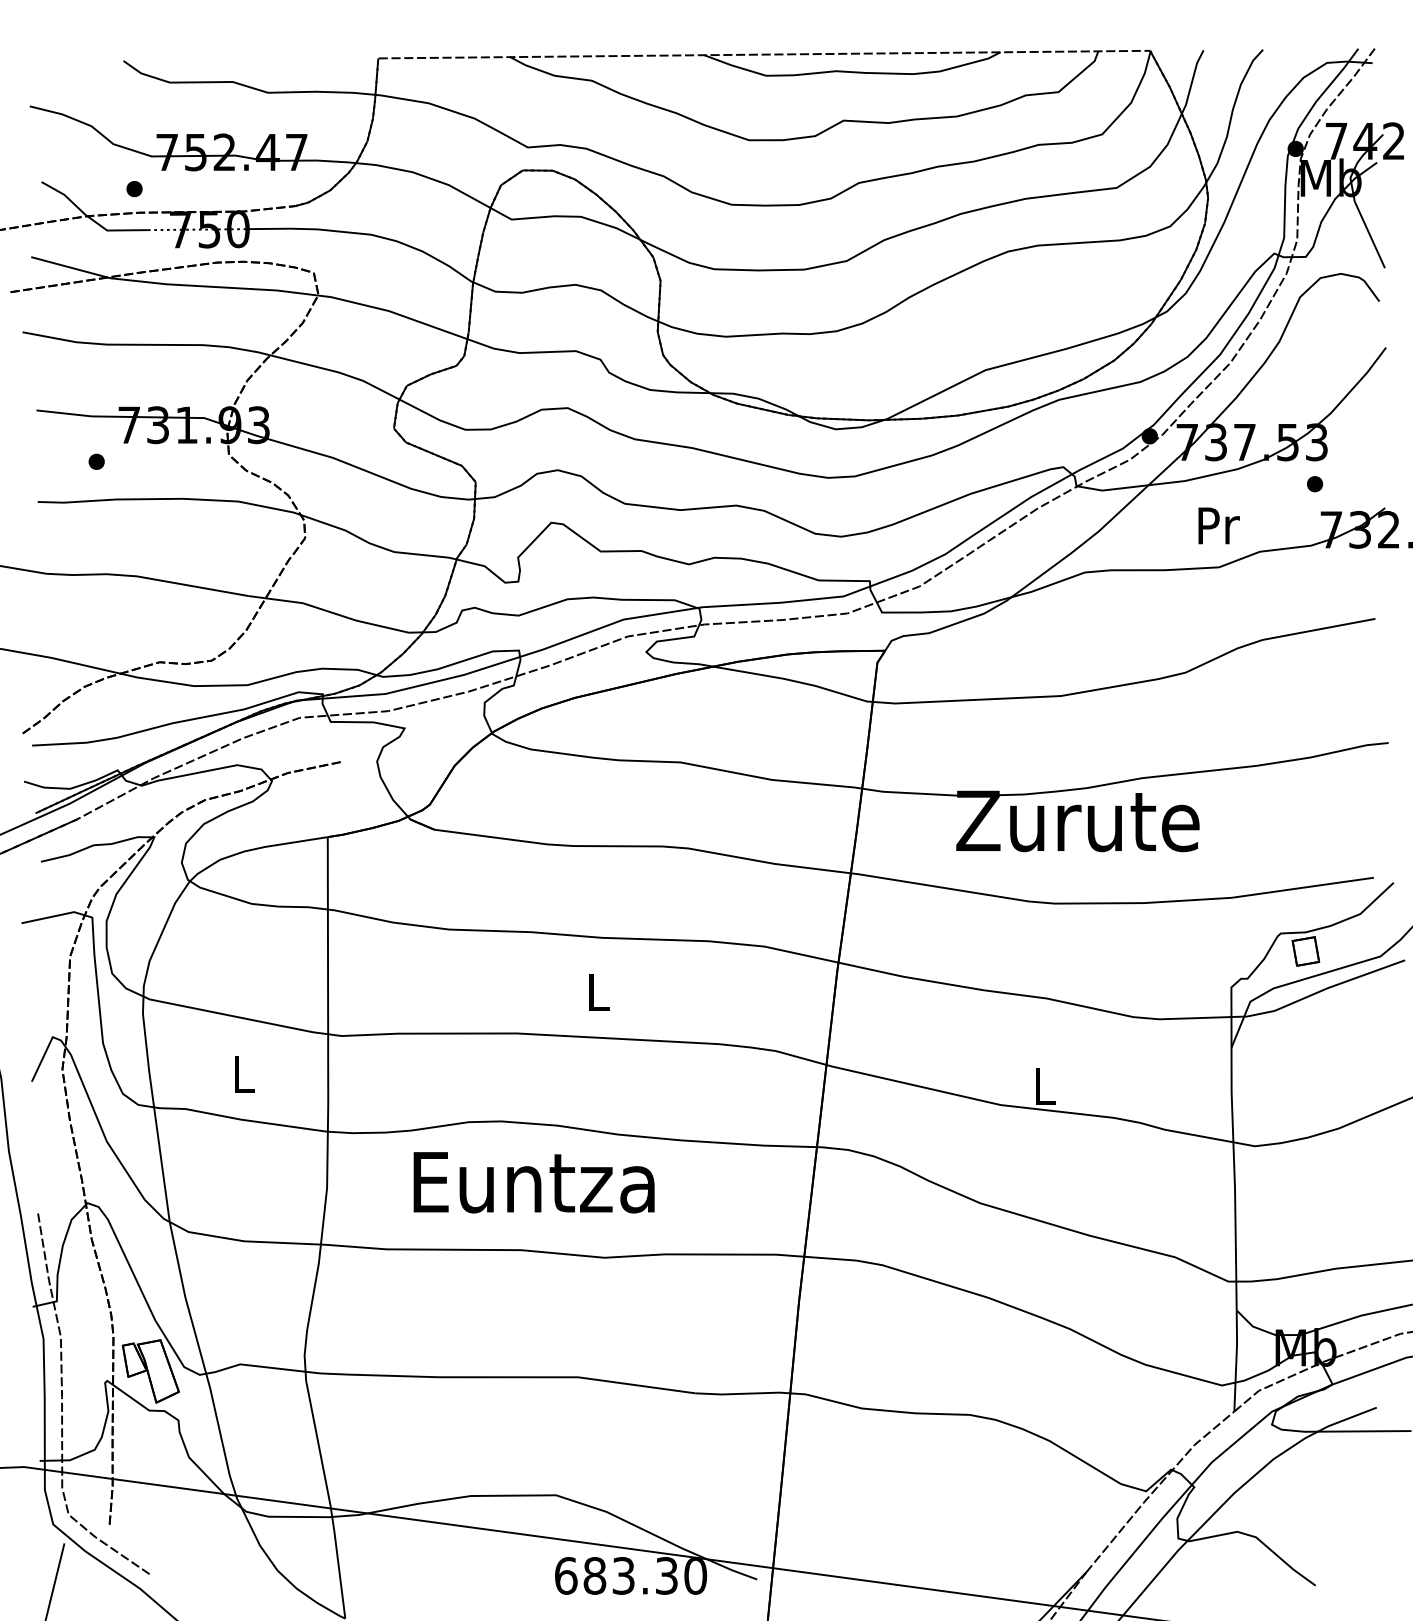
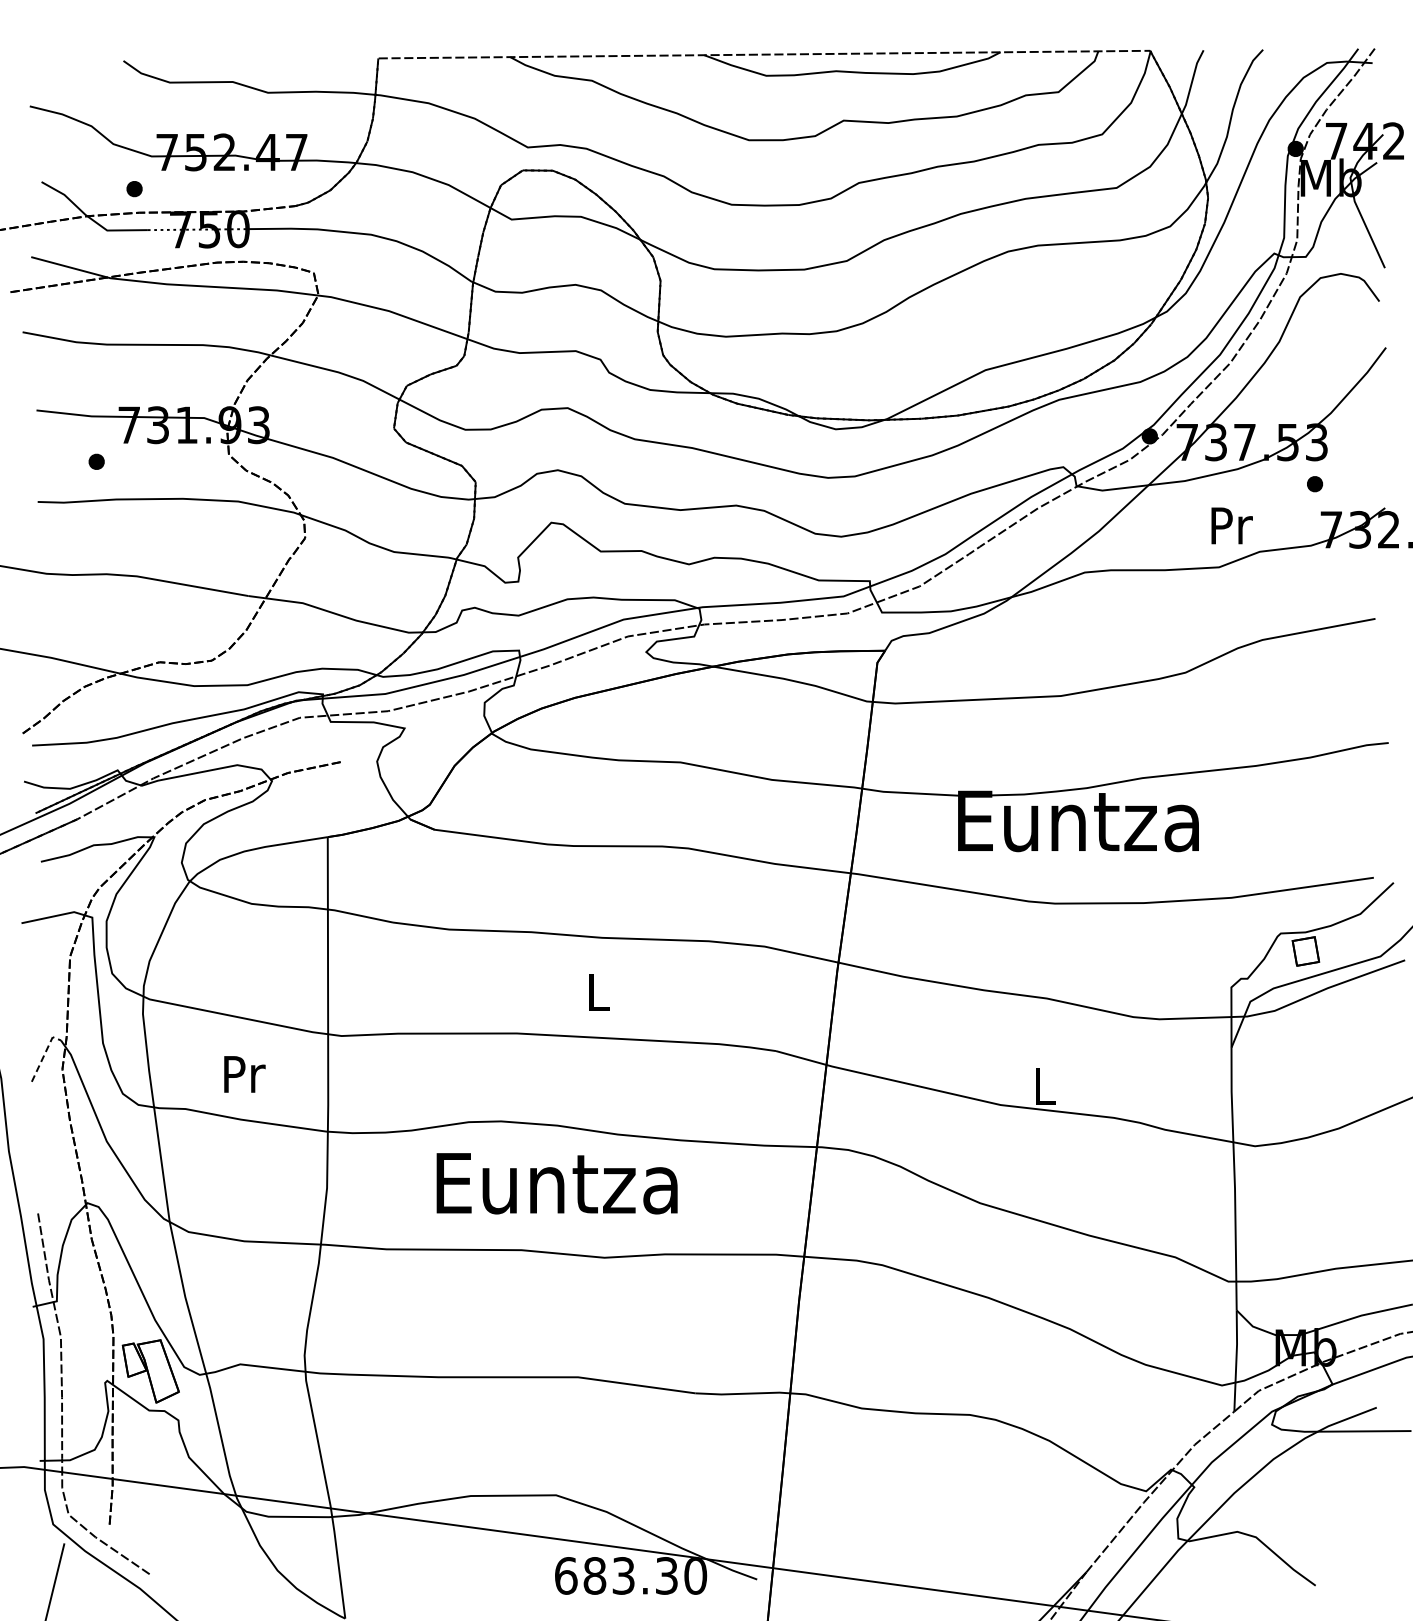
text at (1218, 525) position: (1218, 525) -> (1231, 525)
text at (1077, 821): Zurute -> Euntza
line at (44, 1055): solid -> dashed
text at (244, 1074): L -> Pr
text at (533, 1182) position: (533, 1182) -> (556, 1183)
